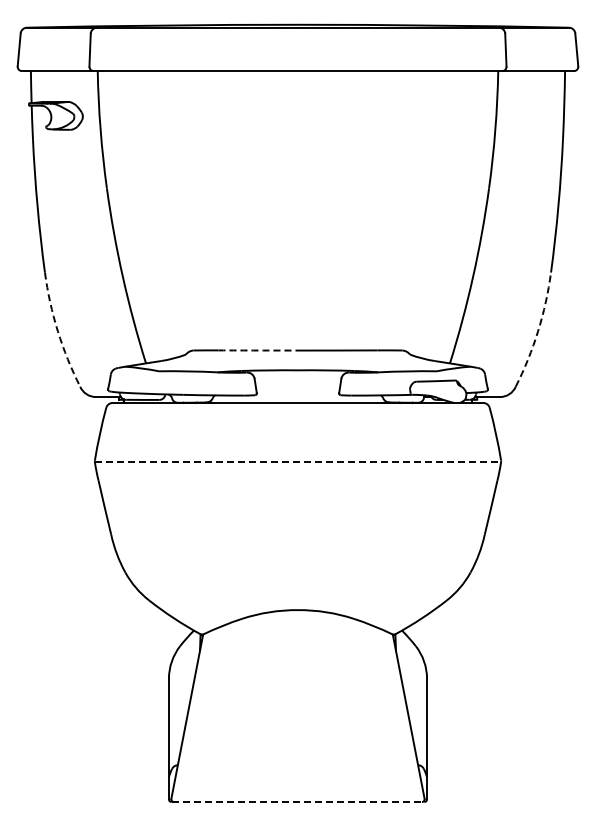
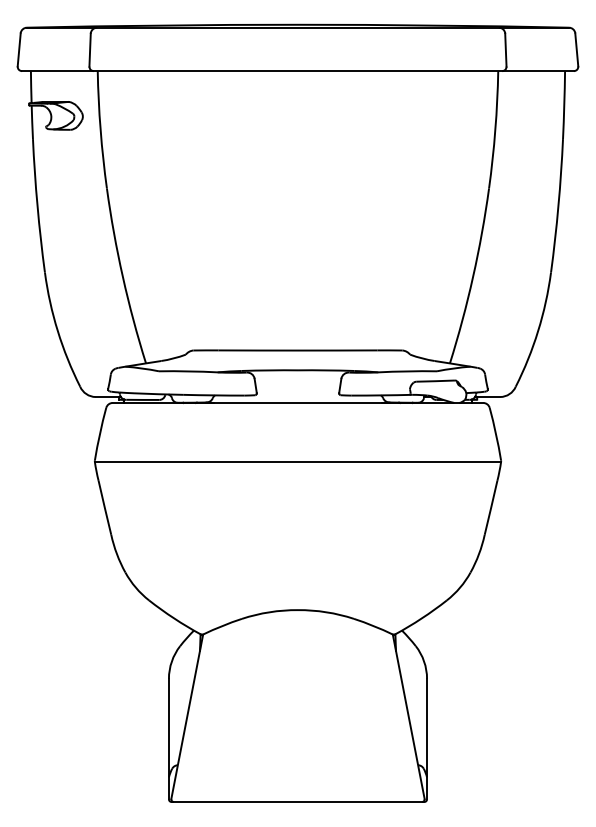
arc at (57, 331): dashed -> solid
arc at (538, 331): dashed -> solid
arc at (258, 350): dashed -> solid
line at (298, 461): dashed -> solid
line at (298, 802): dashed -> solid
